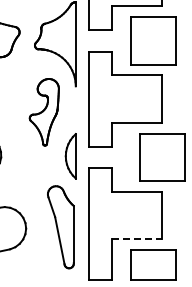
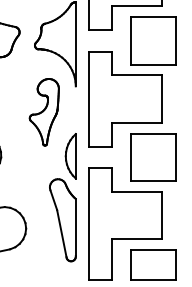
part at (162, 157) position: (162, 157) -> (153, 157)
part at (60, 227) position: (60, 227) -> (62, 220)
line at (137, 239): dashed -> solid
